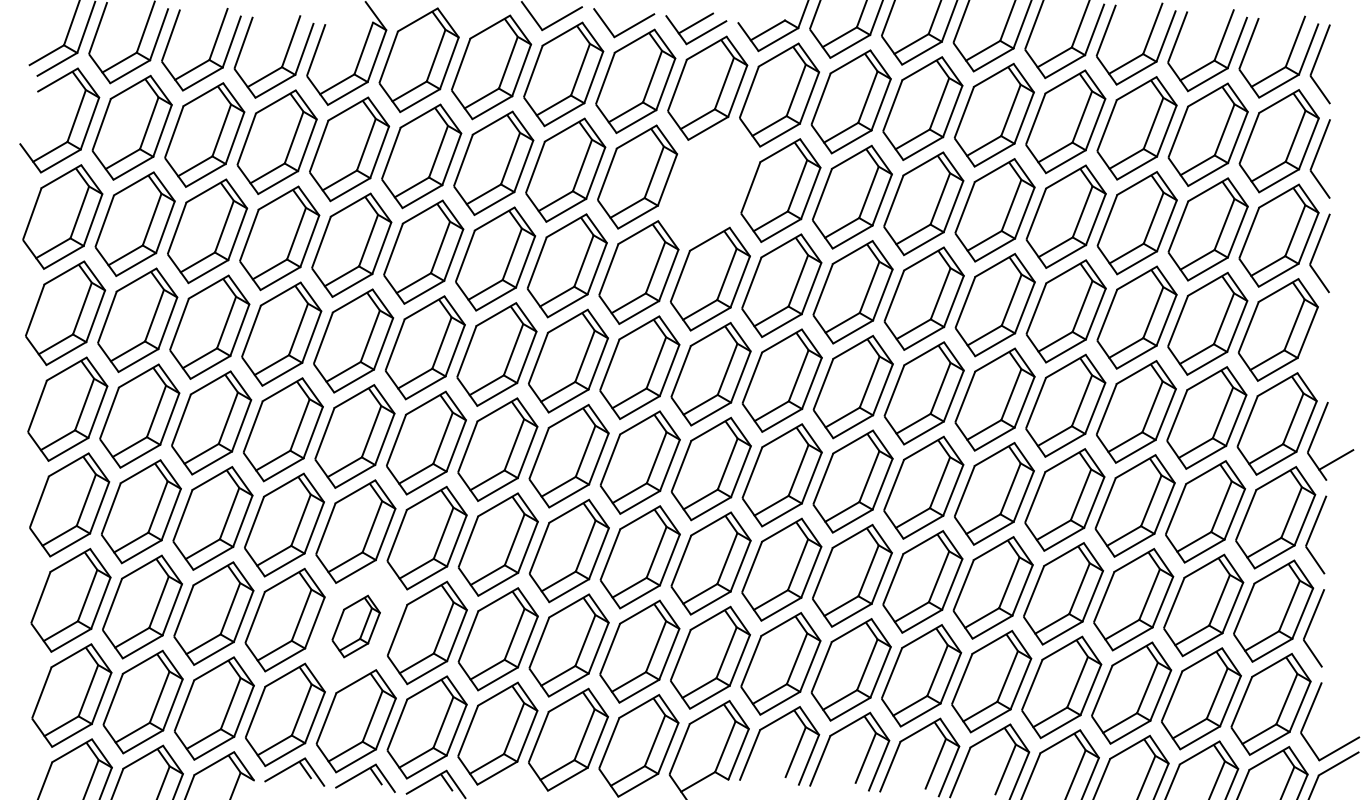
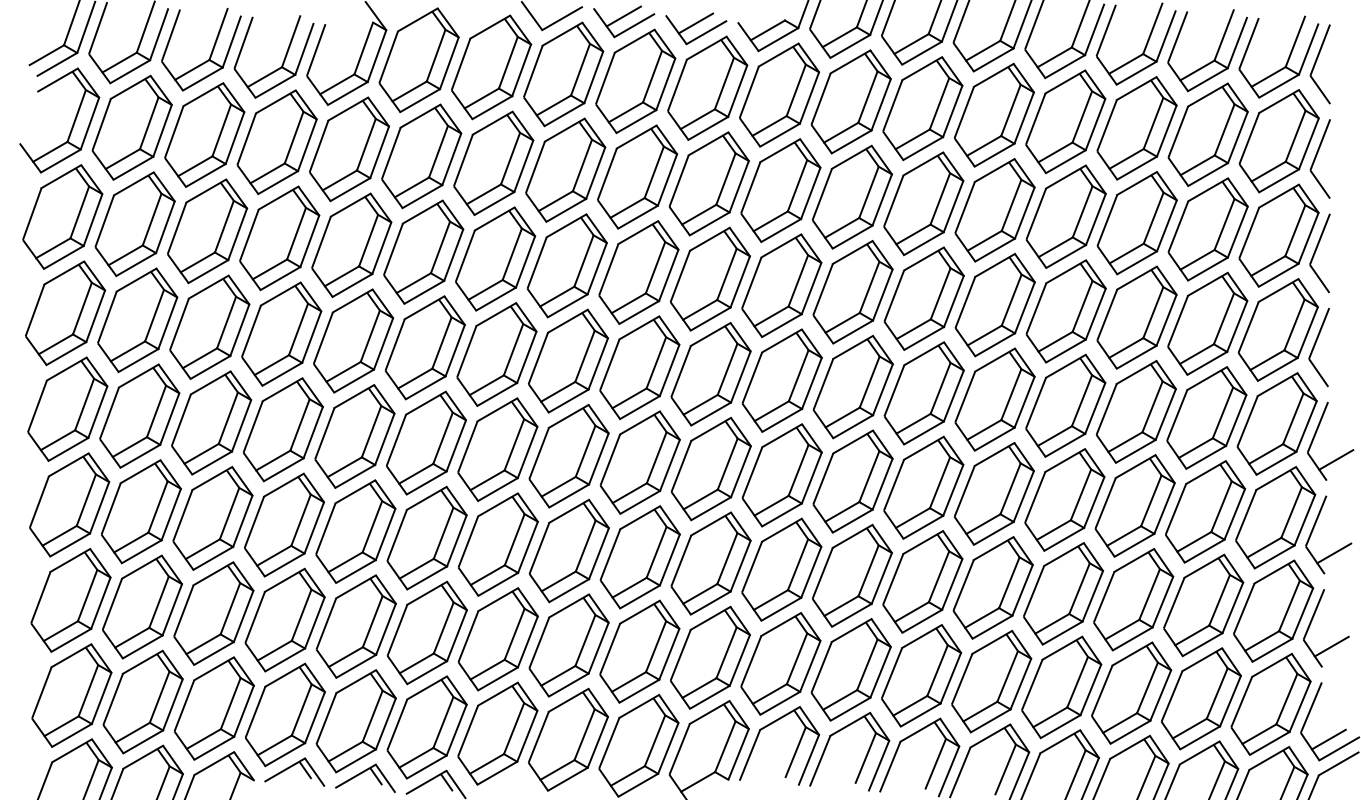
line at (623, 16): none -> present
part at (708, 183): none -> present
part at (1318, 347): none -> present
line at (1334, 553): none -> present
part at (355, 626) size: 50x65 px -> 82x105 px
line at (1331, 646): none -> present
line at (1328, 739): none -> present
